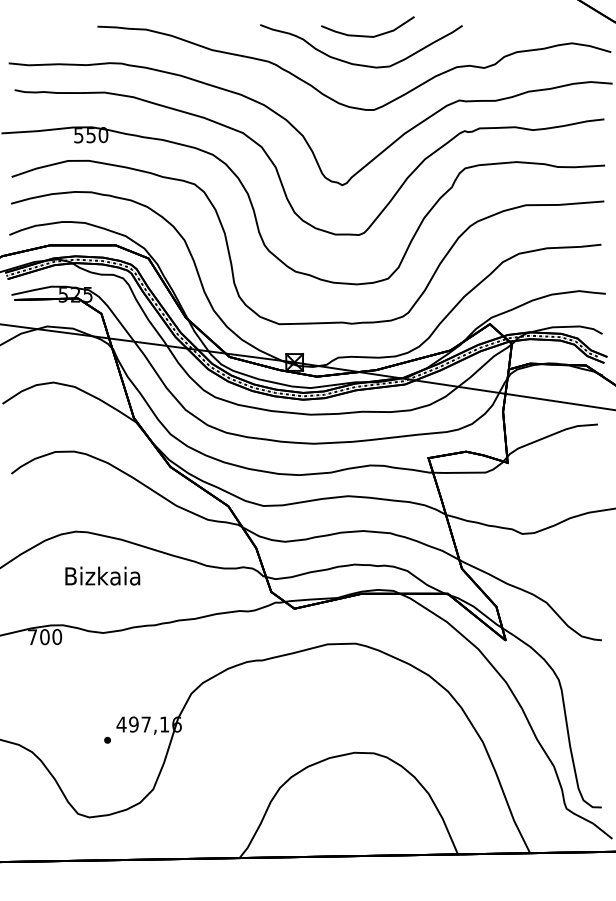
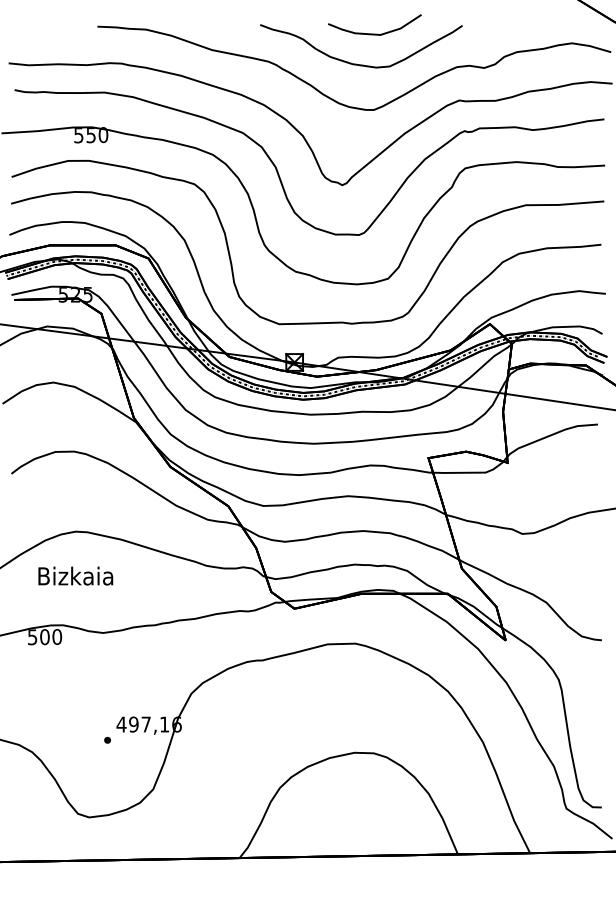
curve at (367, 35) position: (367, 35) -> (374, 33)
text at (102, 575) position: (102, 575) -> (75, 575)
text at (32, 637): 700 -> 500
